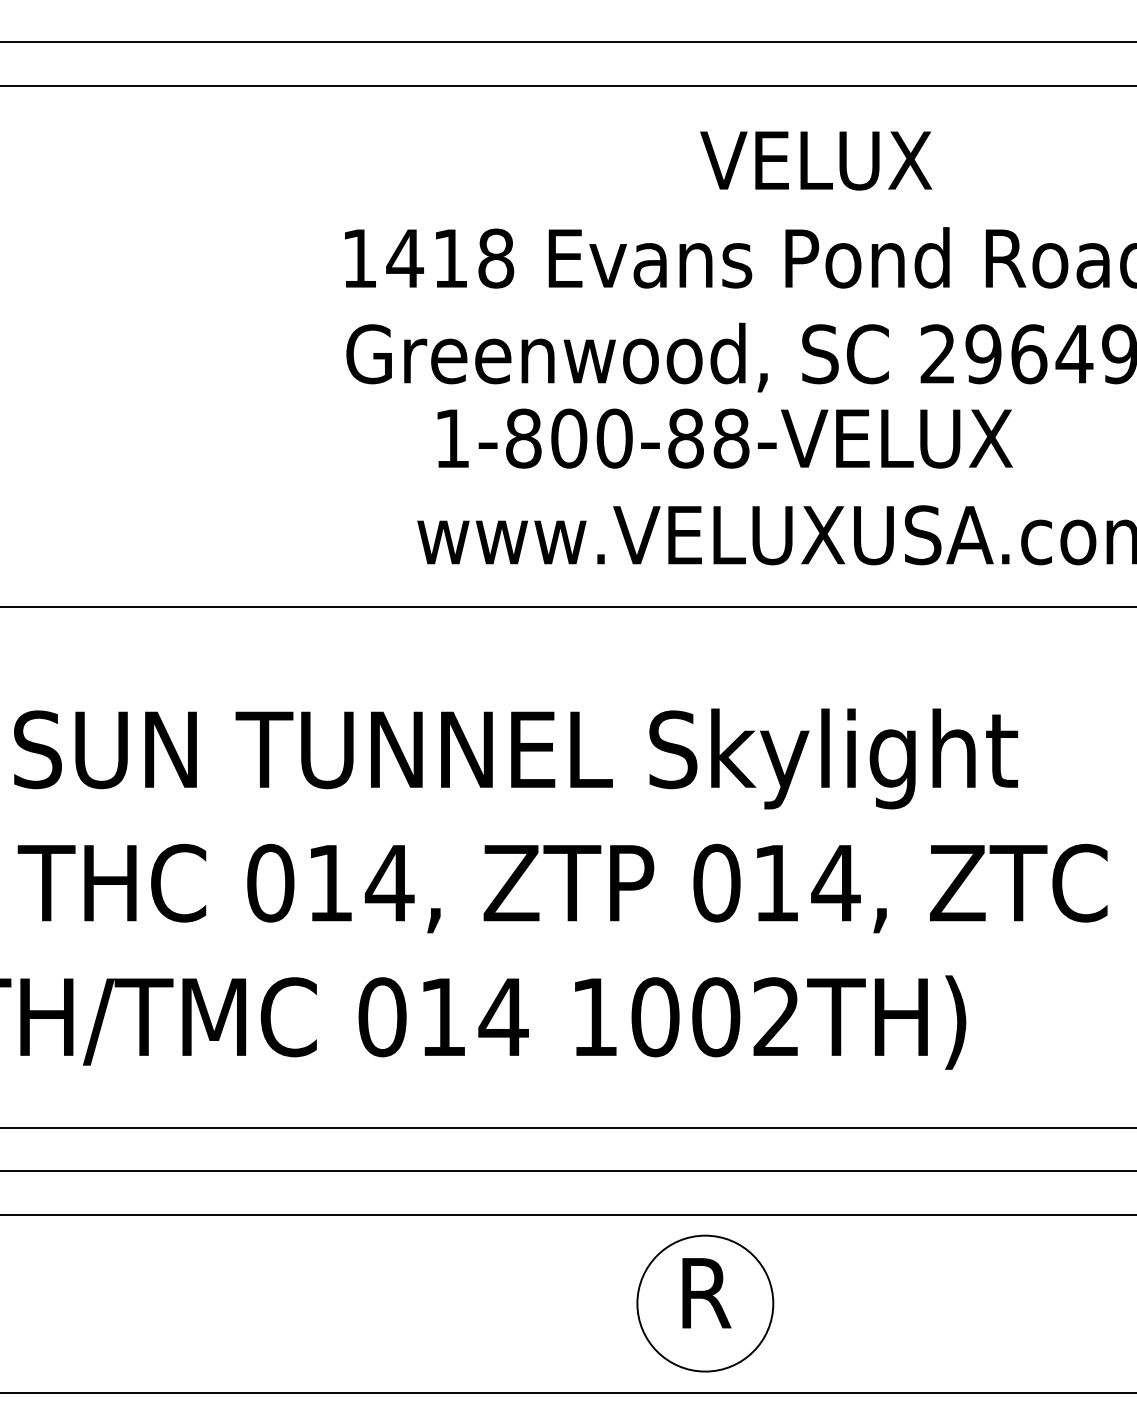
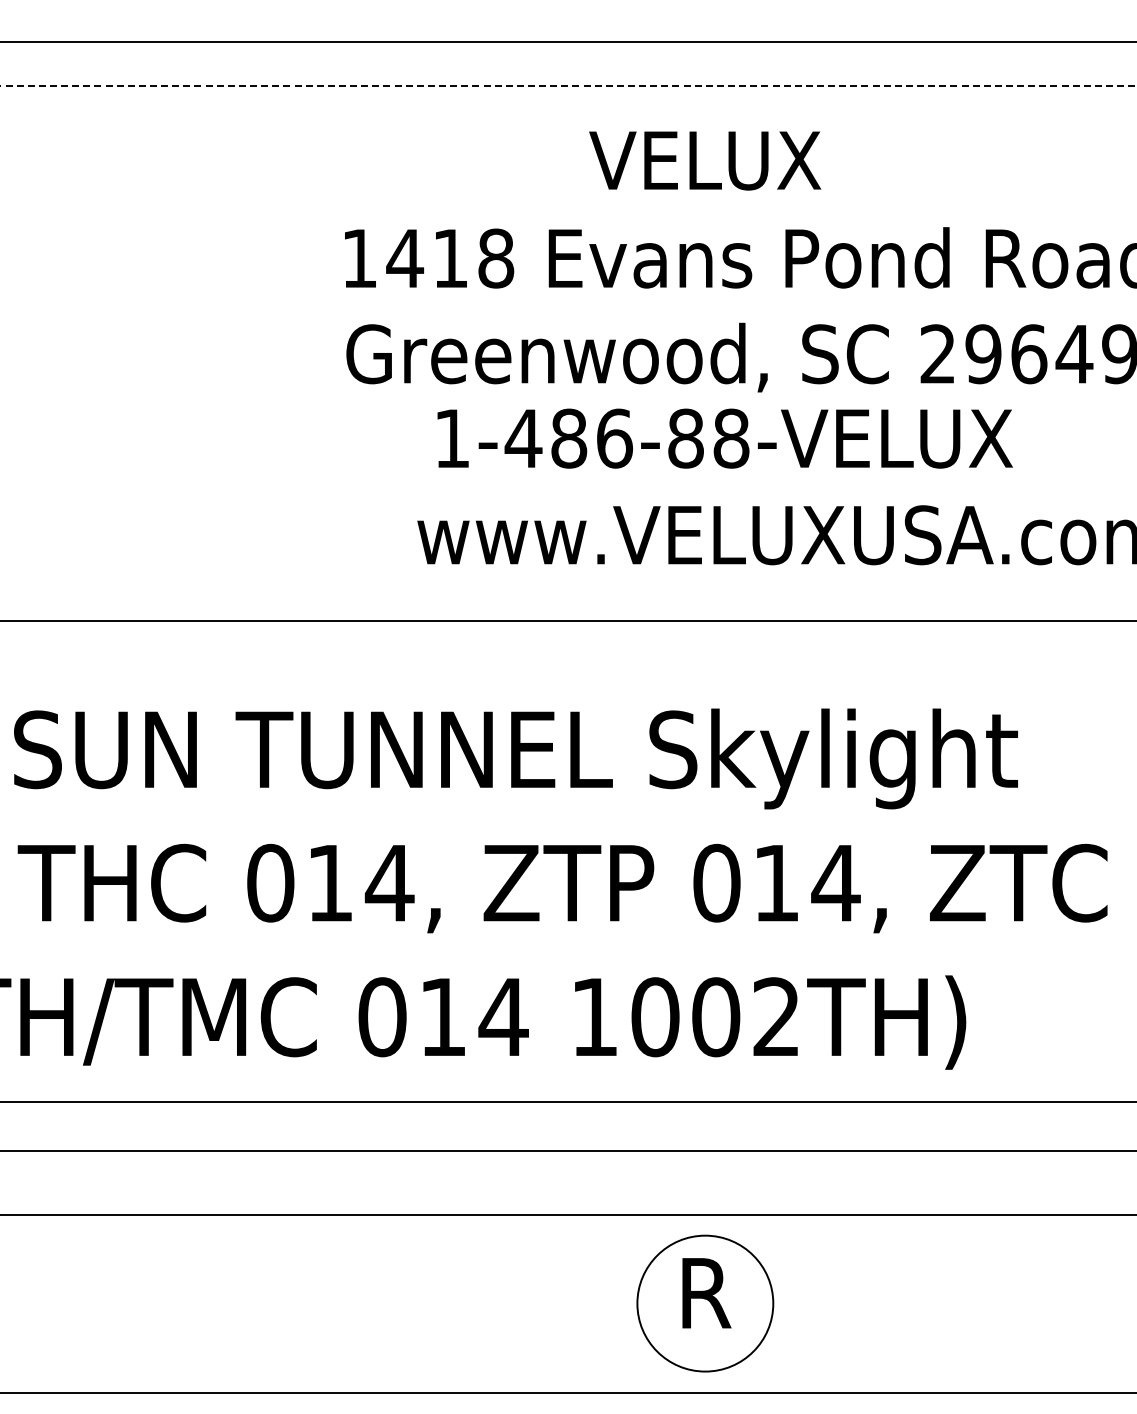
line at (568, 85): solid -> dashed
text at (816, 160) position: (816, 160) -> (705, 160)
text at (568, 438): 1-800-88-VELUX -> 1-486-88-VELUX
line at (567, 606) position: (567, 606) -> (567, 620)
line at (567, 1127) position: (567, 1127) -> (567, 1101)
line at (567, 1171) position: (567, 1171) -> (567, 1151)
